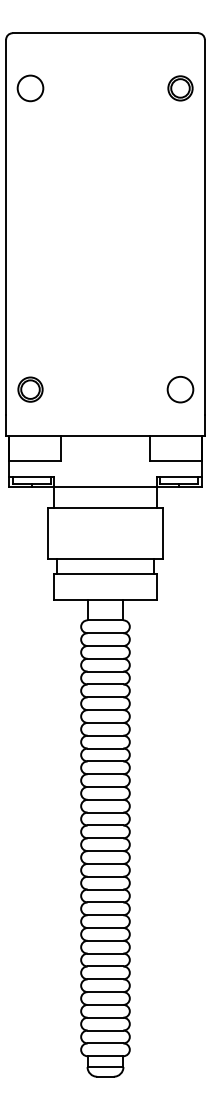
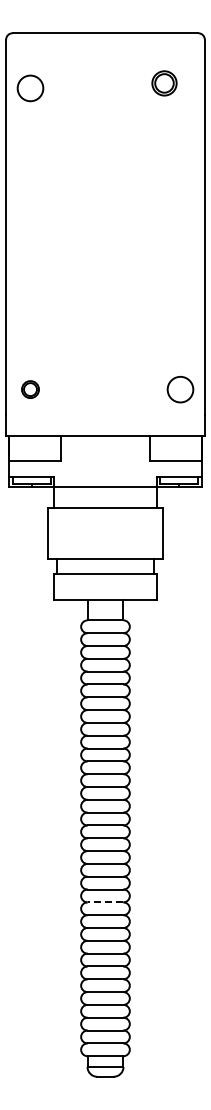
part at (180, 88) position: (180, 88) -> (164, 83)
part at (30, 389) size: 27x27 px -> 19x19 px
line at (105, 902): solid -> dashed
